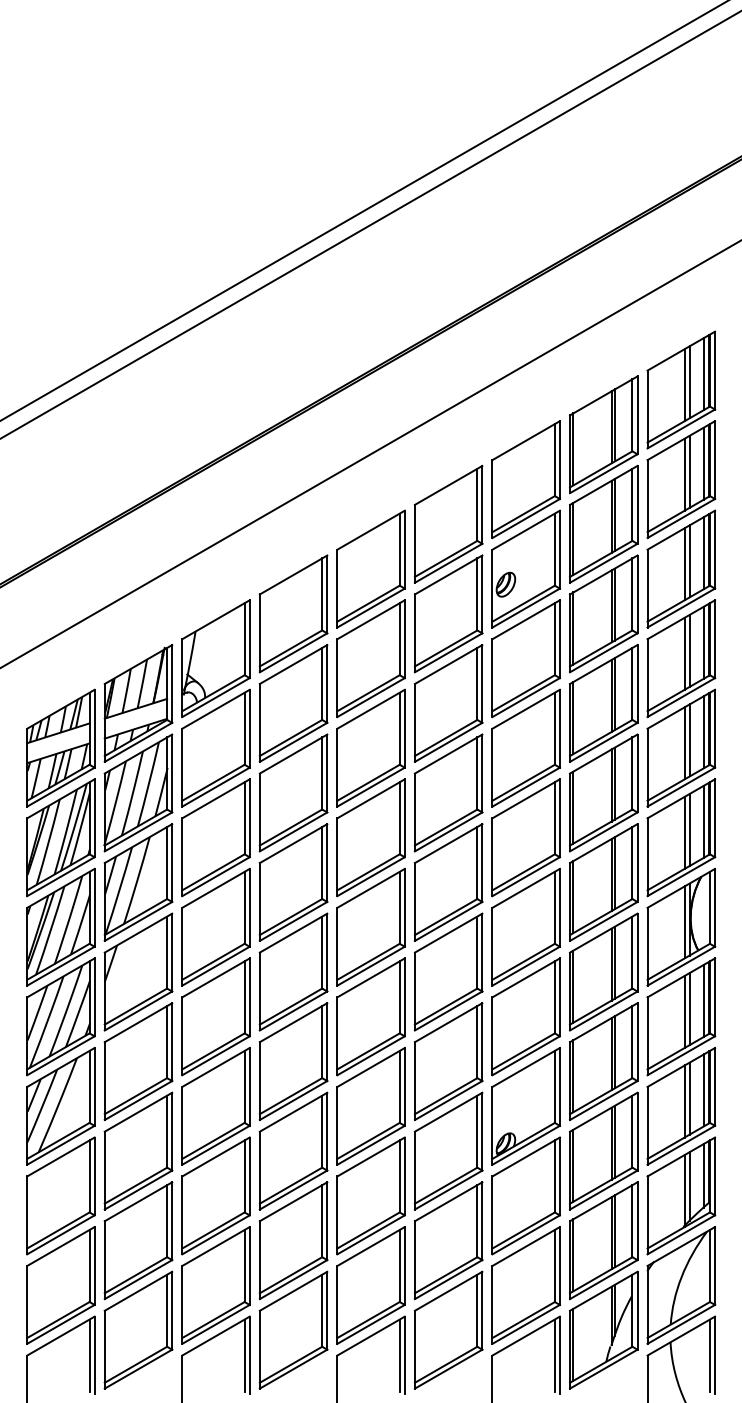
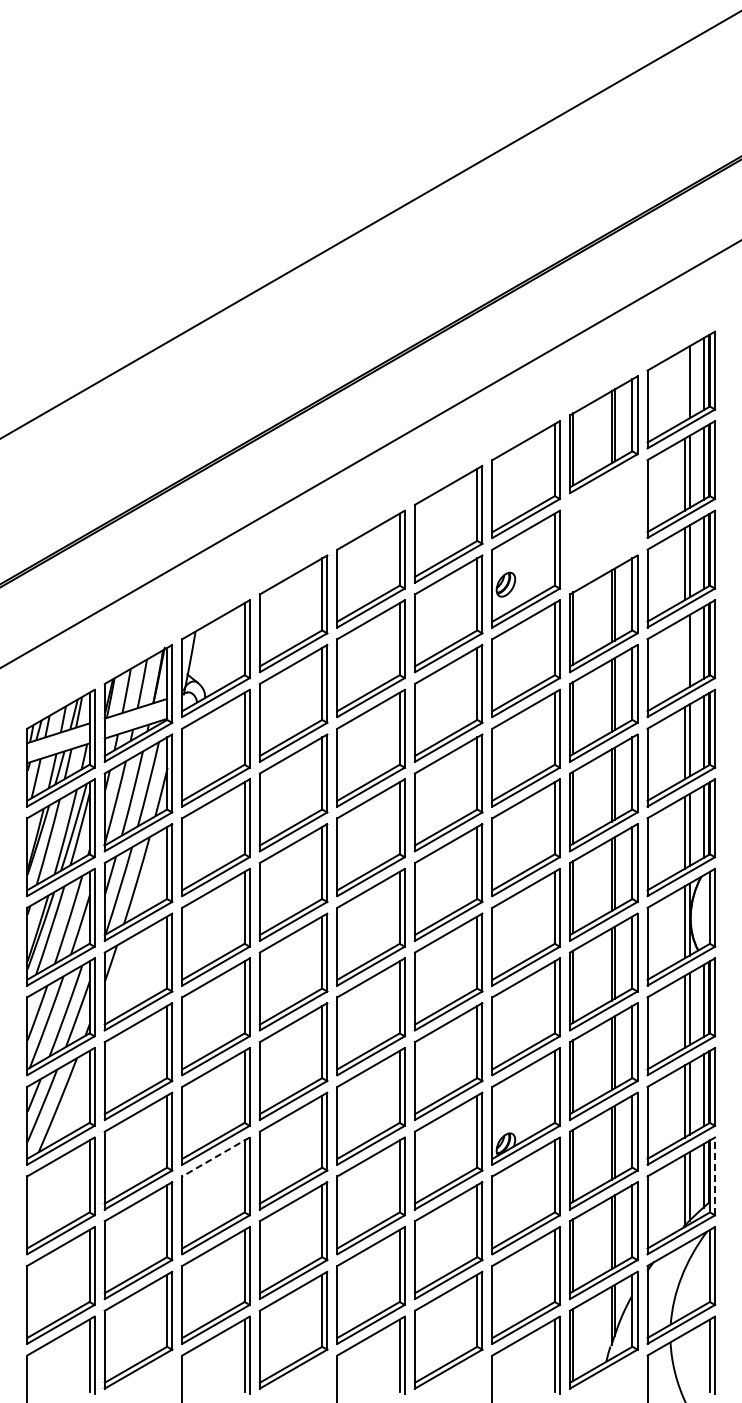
line at (363, 210): present -> none
line at (684, 385): present -> none
part at (603, 523): present -> none
line at (684, 653): present -> none
line at (216, 1156): solid -> dashed
line at (715, 1176): solid -> dashed
